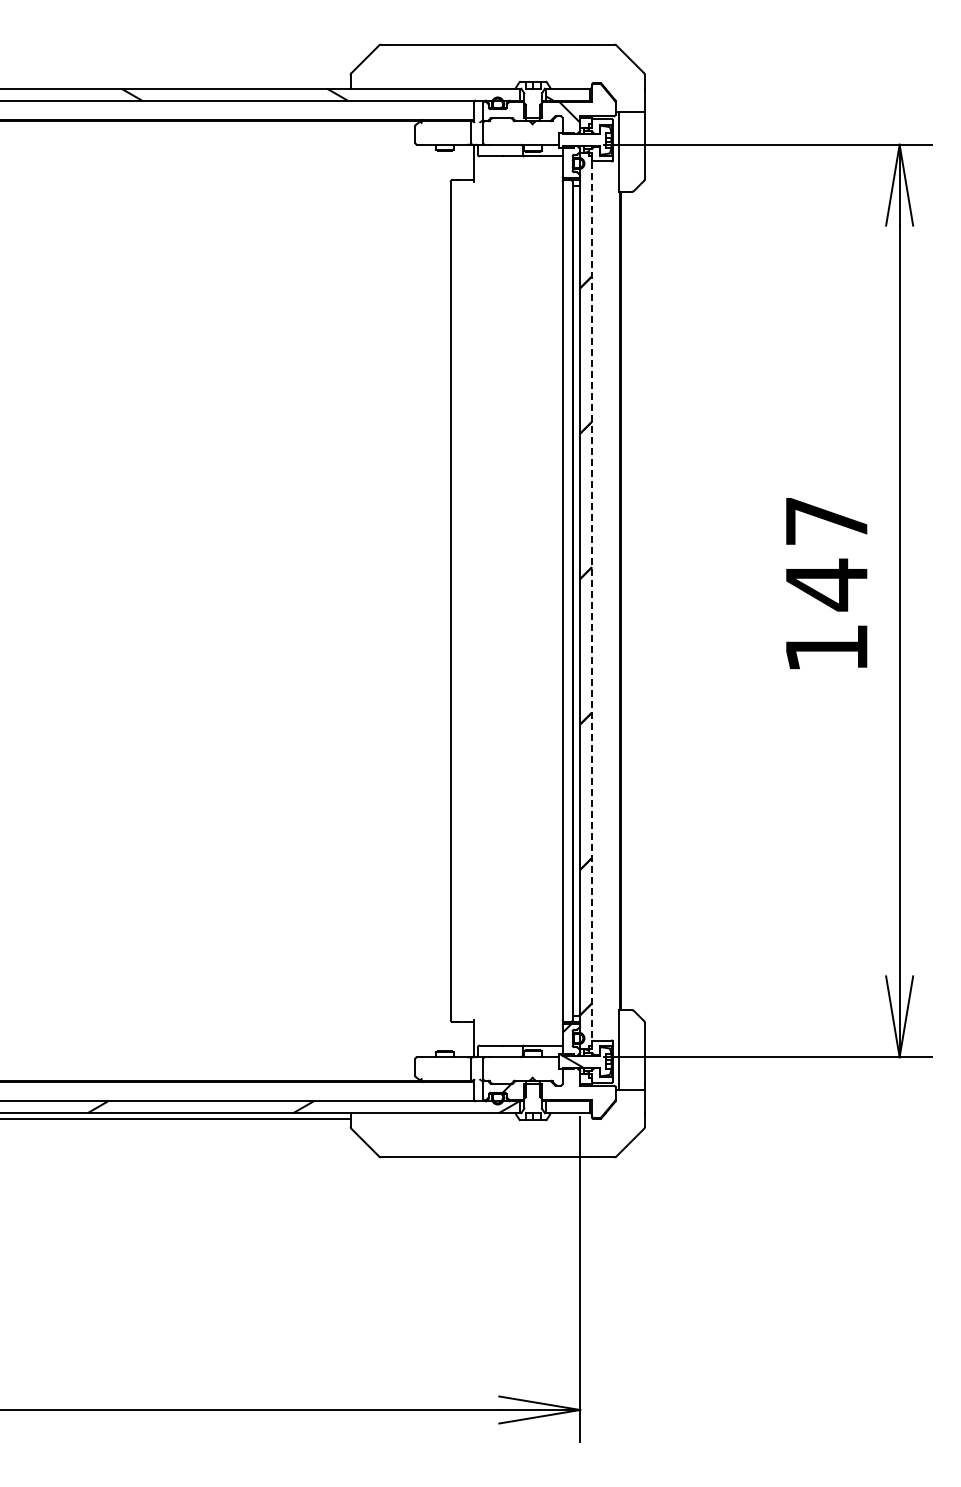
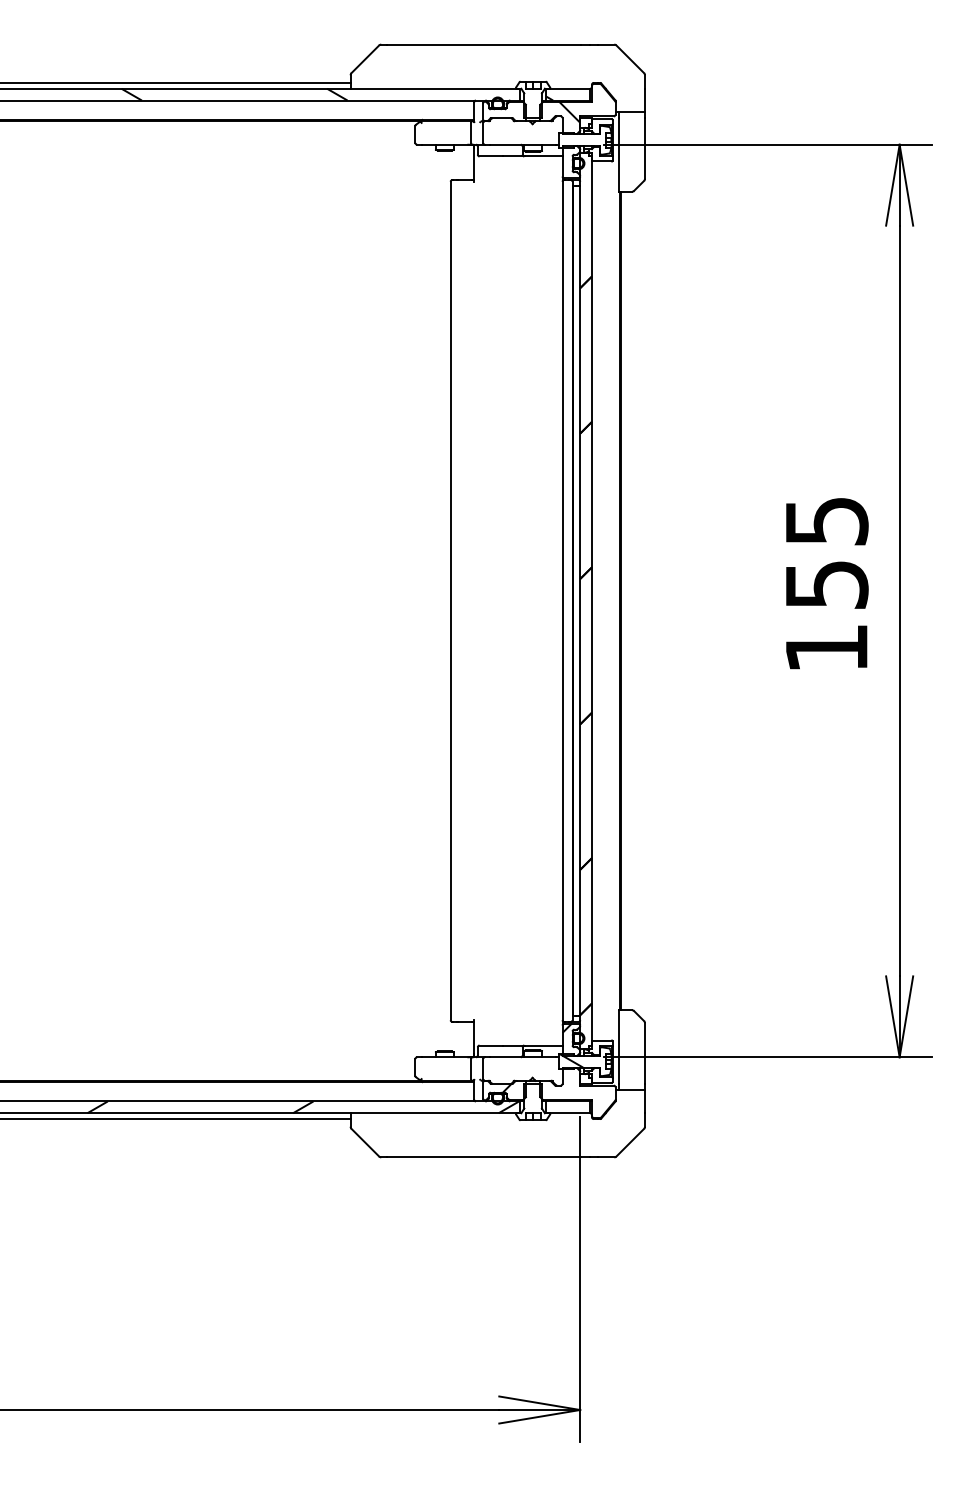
line at (176, 82): none -> present
text at (827, 554): 147 -> 155
line at (592, 600): dashed -> solid
